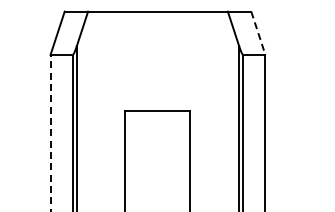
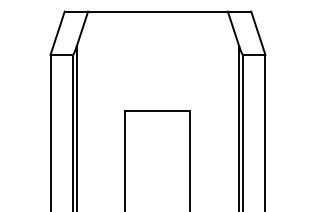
line at (258, 33): dashed -> solid
line at (50, 132): dashed -> solid
